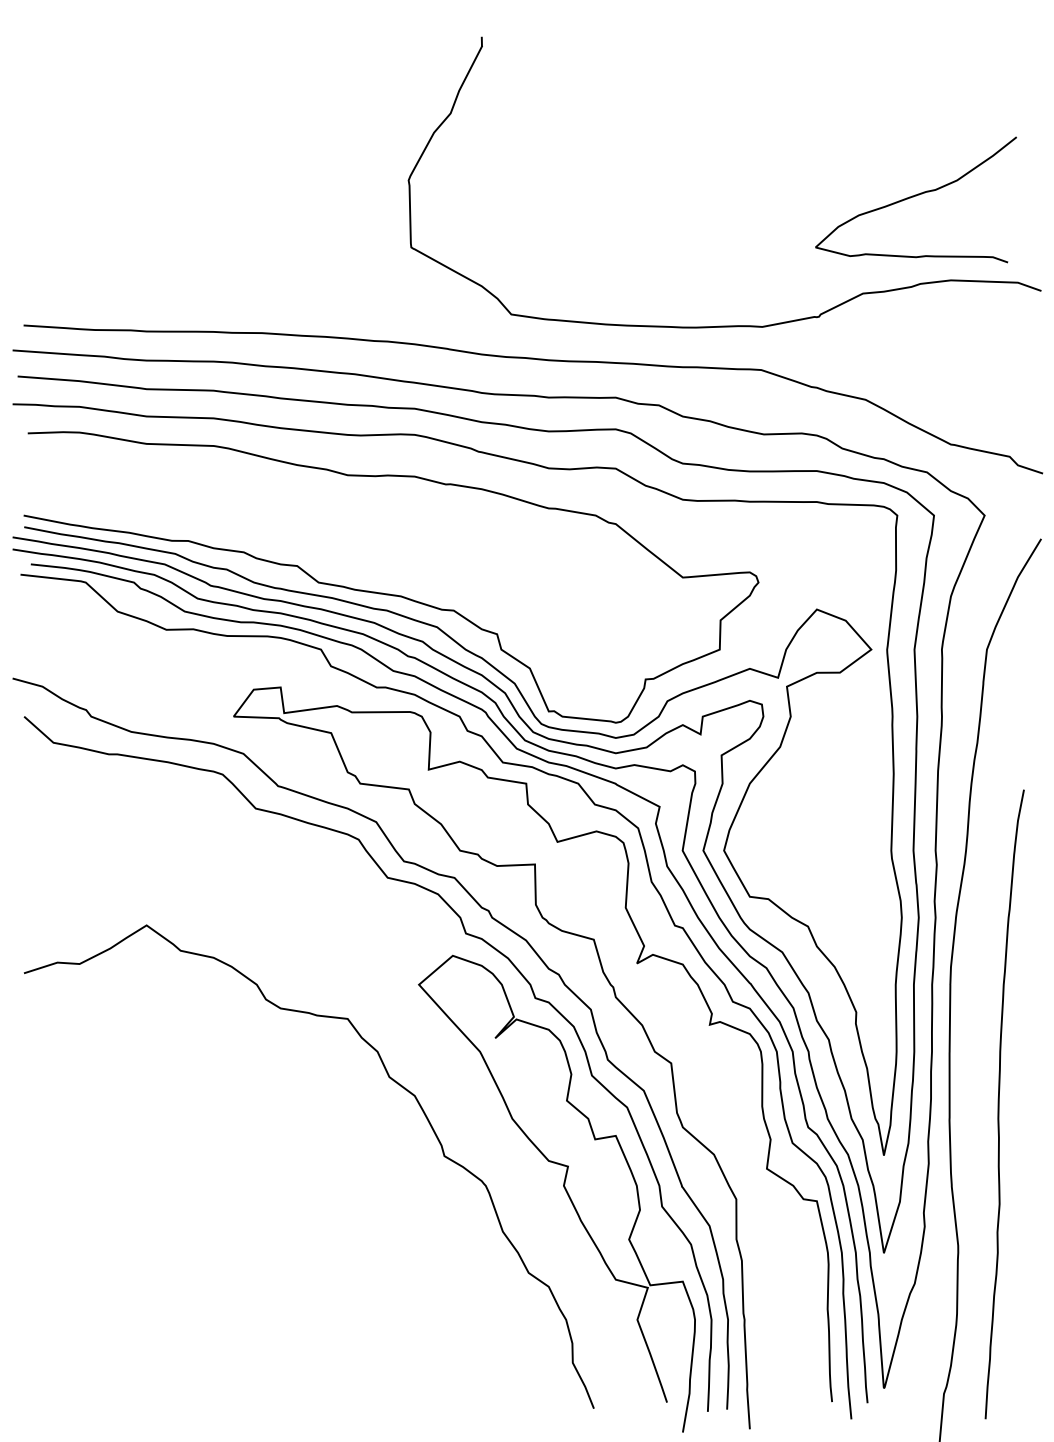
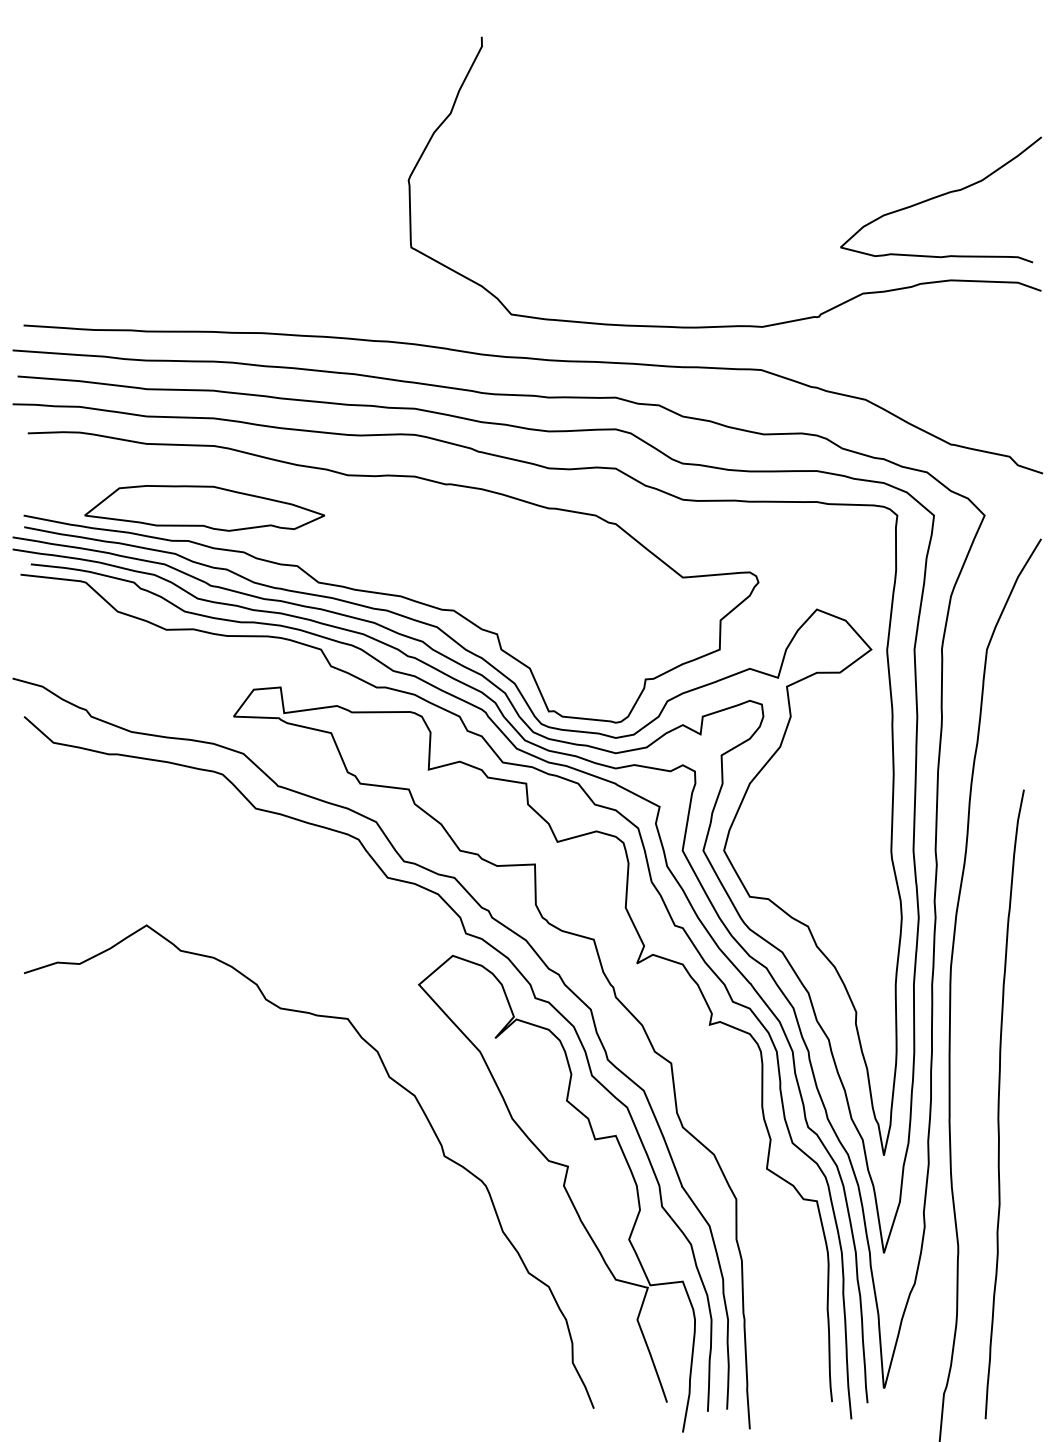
curve at (913, 197) position: (913, 197) -> (938, 197)
part at (204, 508): none -> present
